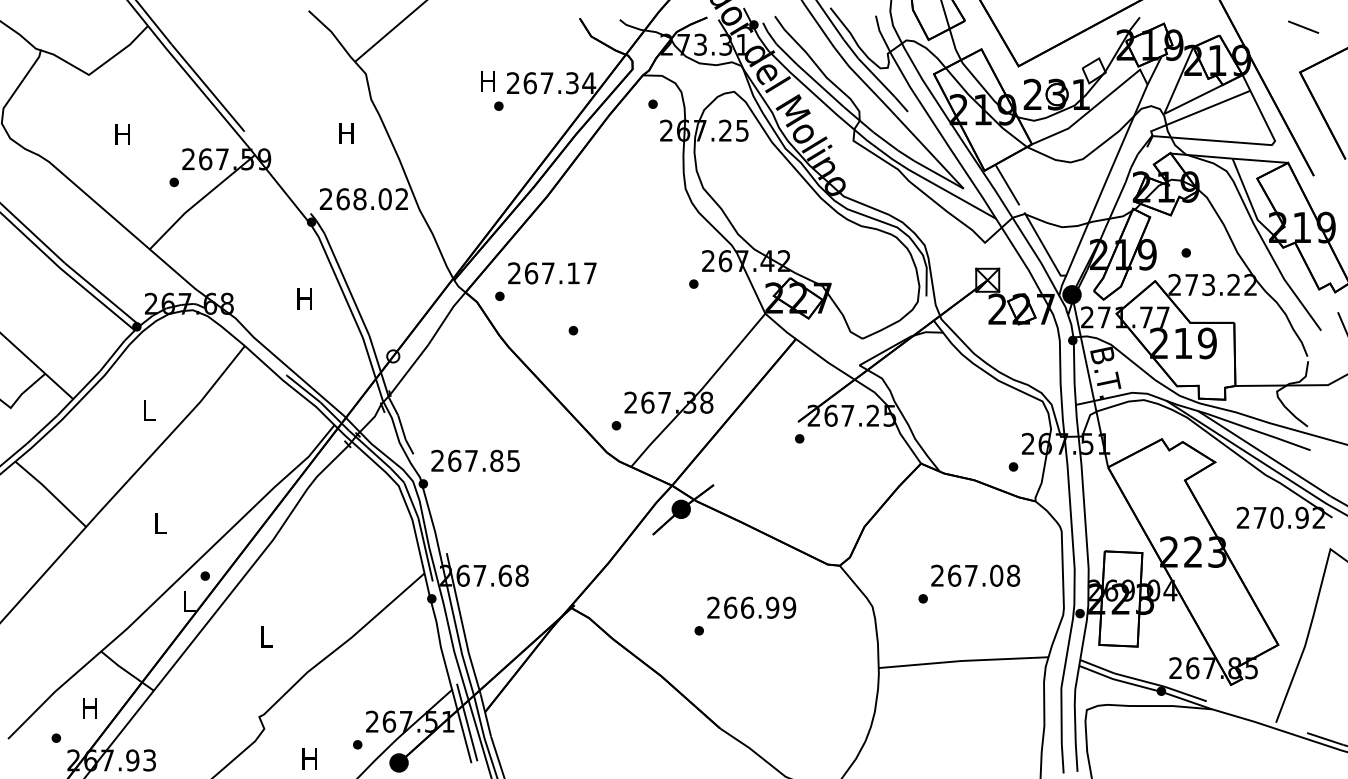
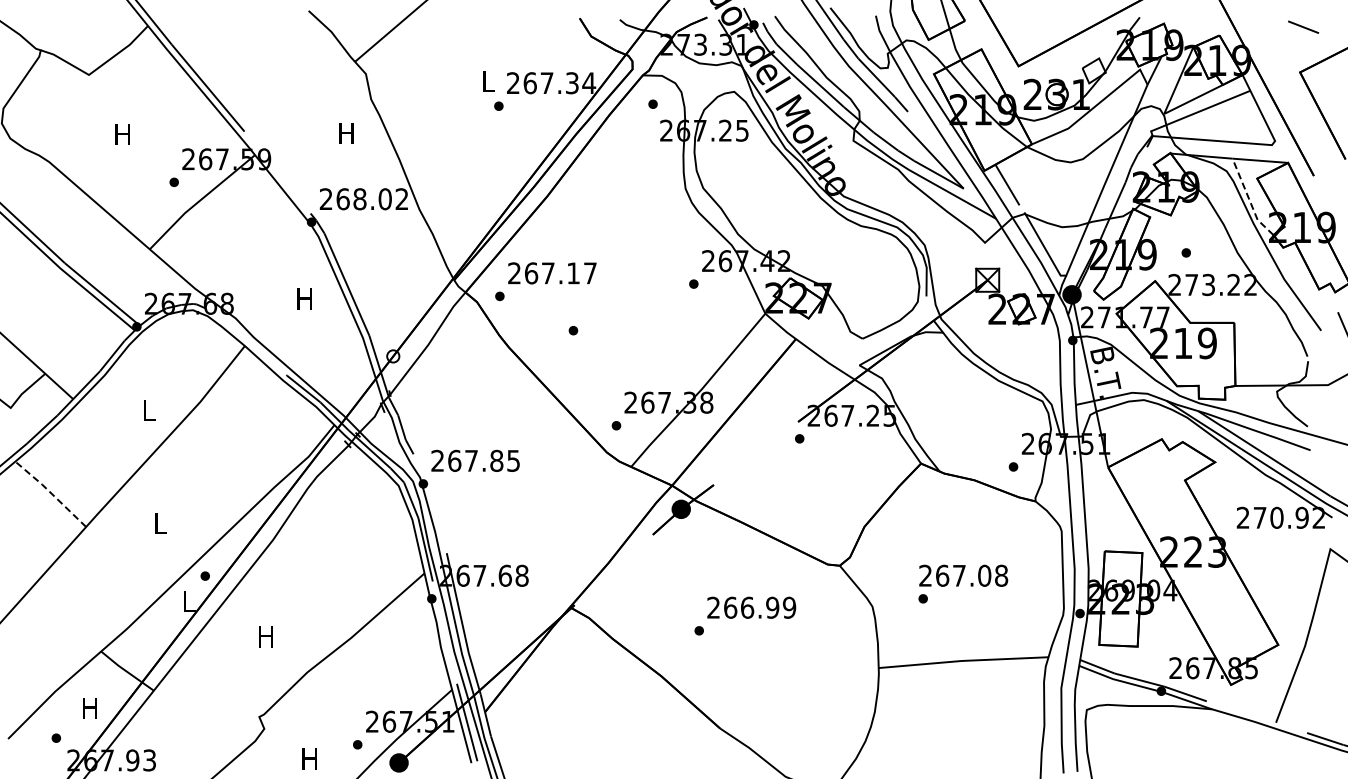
text at (487, 81): H -> L
line at (1249, 199): solid -> dashed
line at (50, 492): solid -> dashed
text at (975, 575) position: (975, 575) -> (963, 575)
text at (265, 636): L -> H
